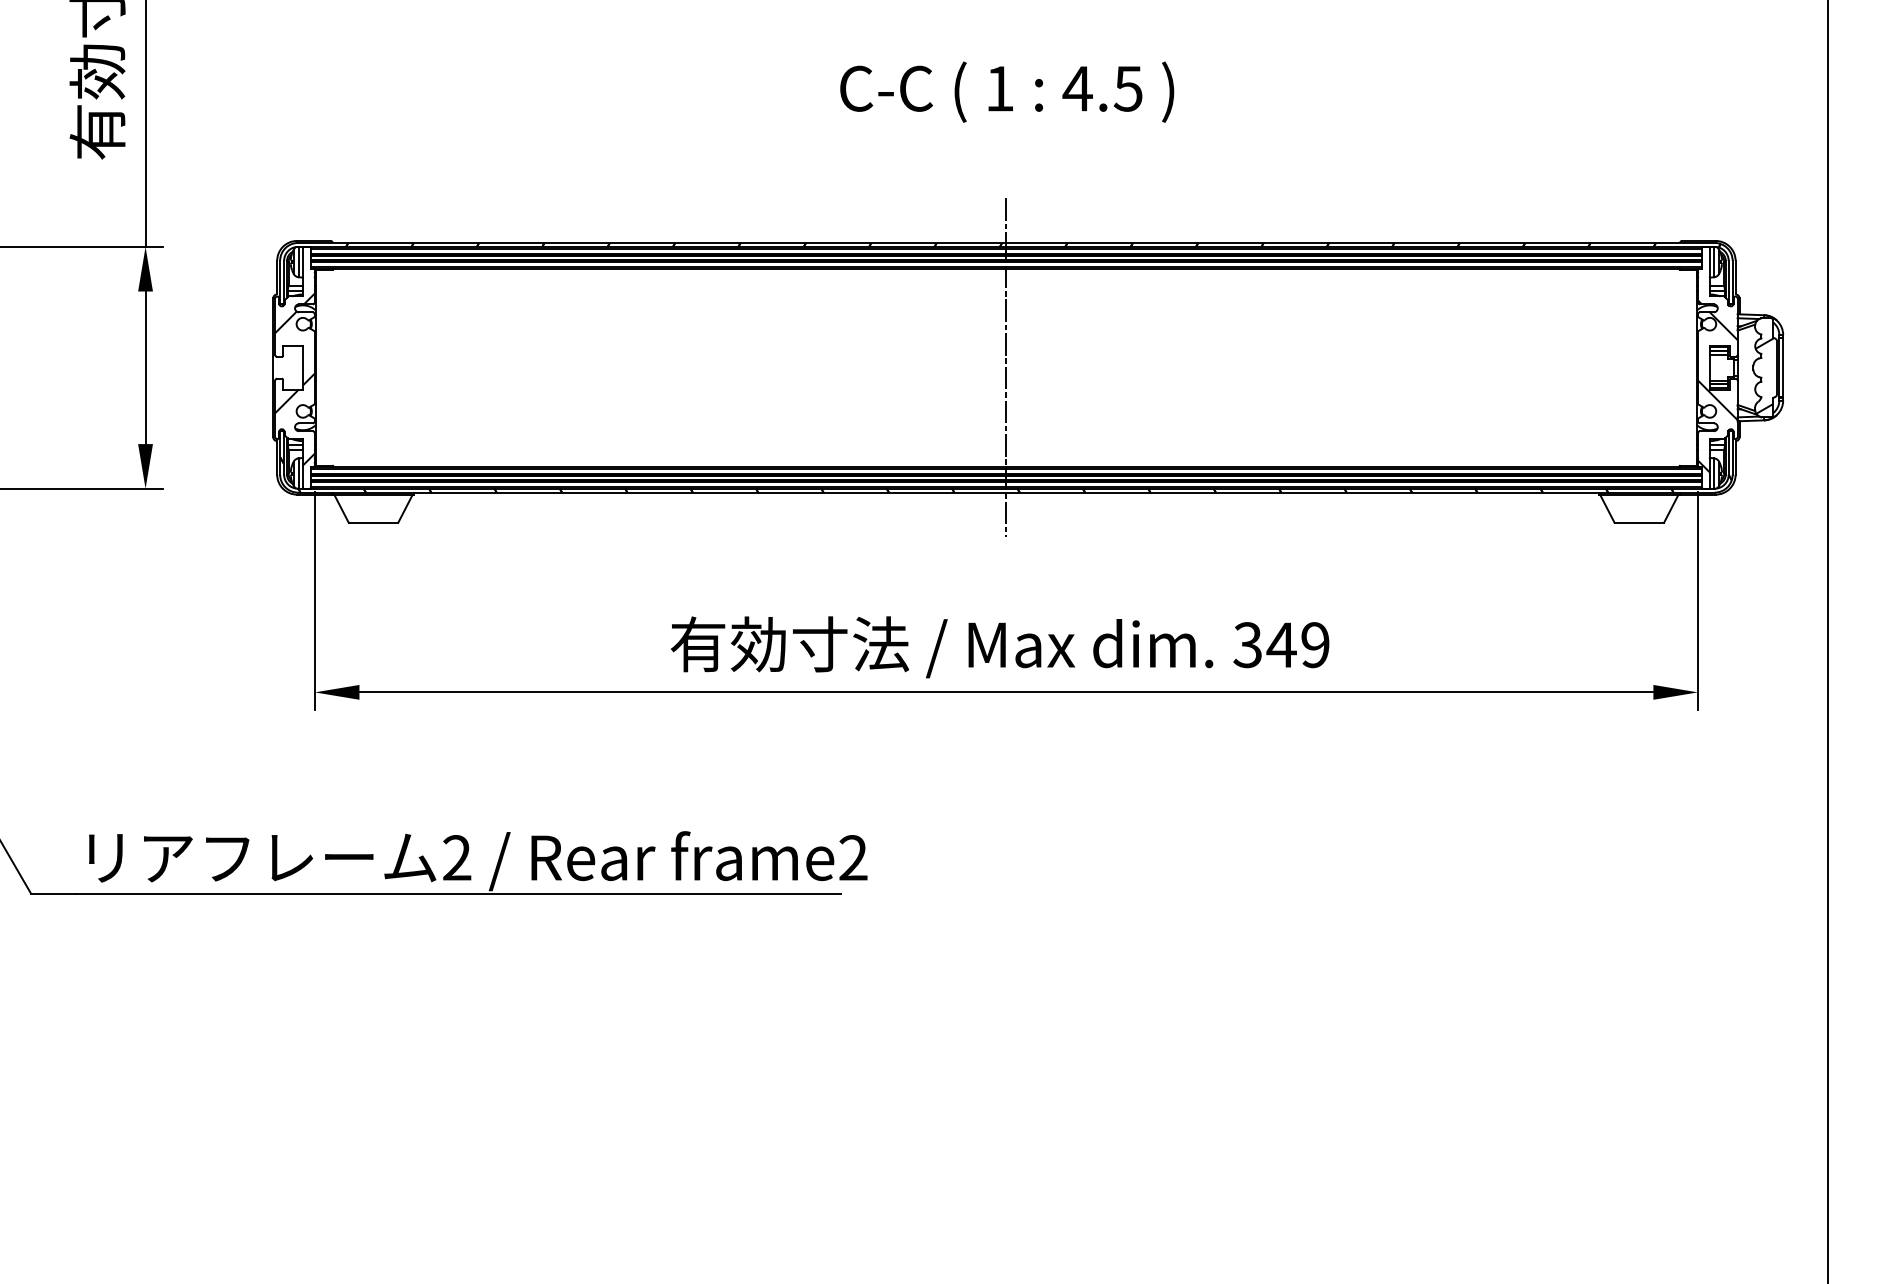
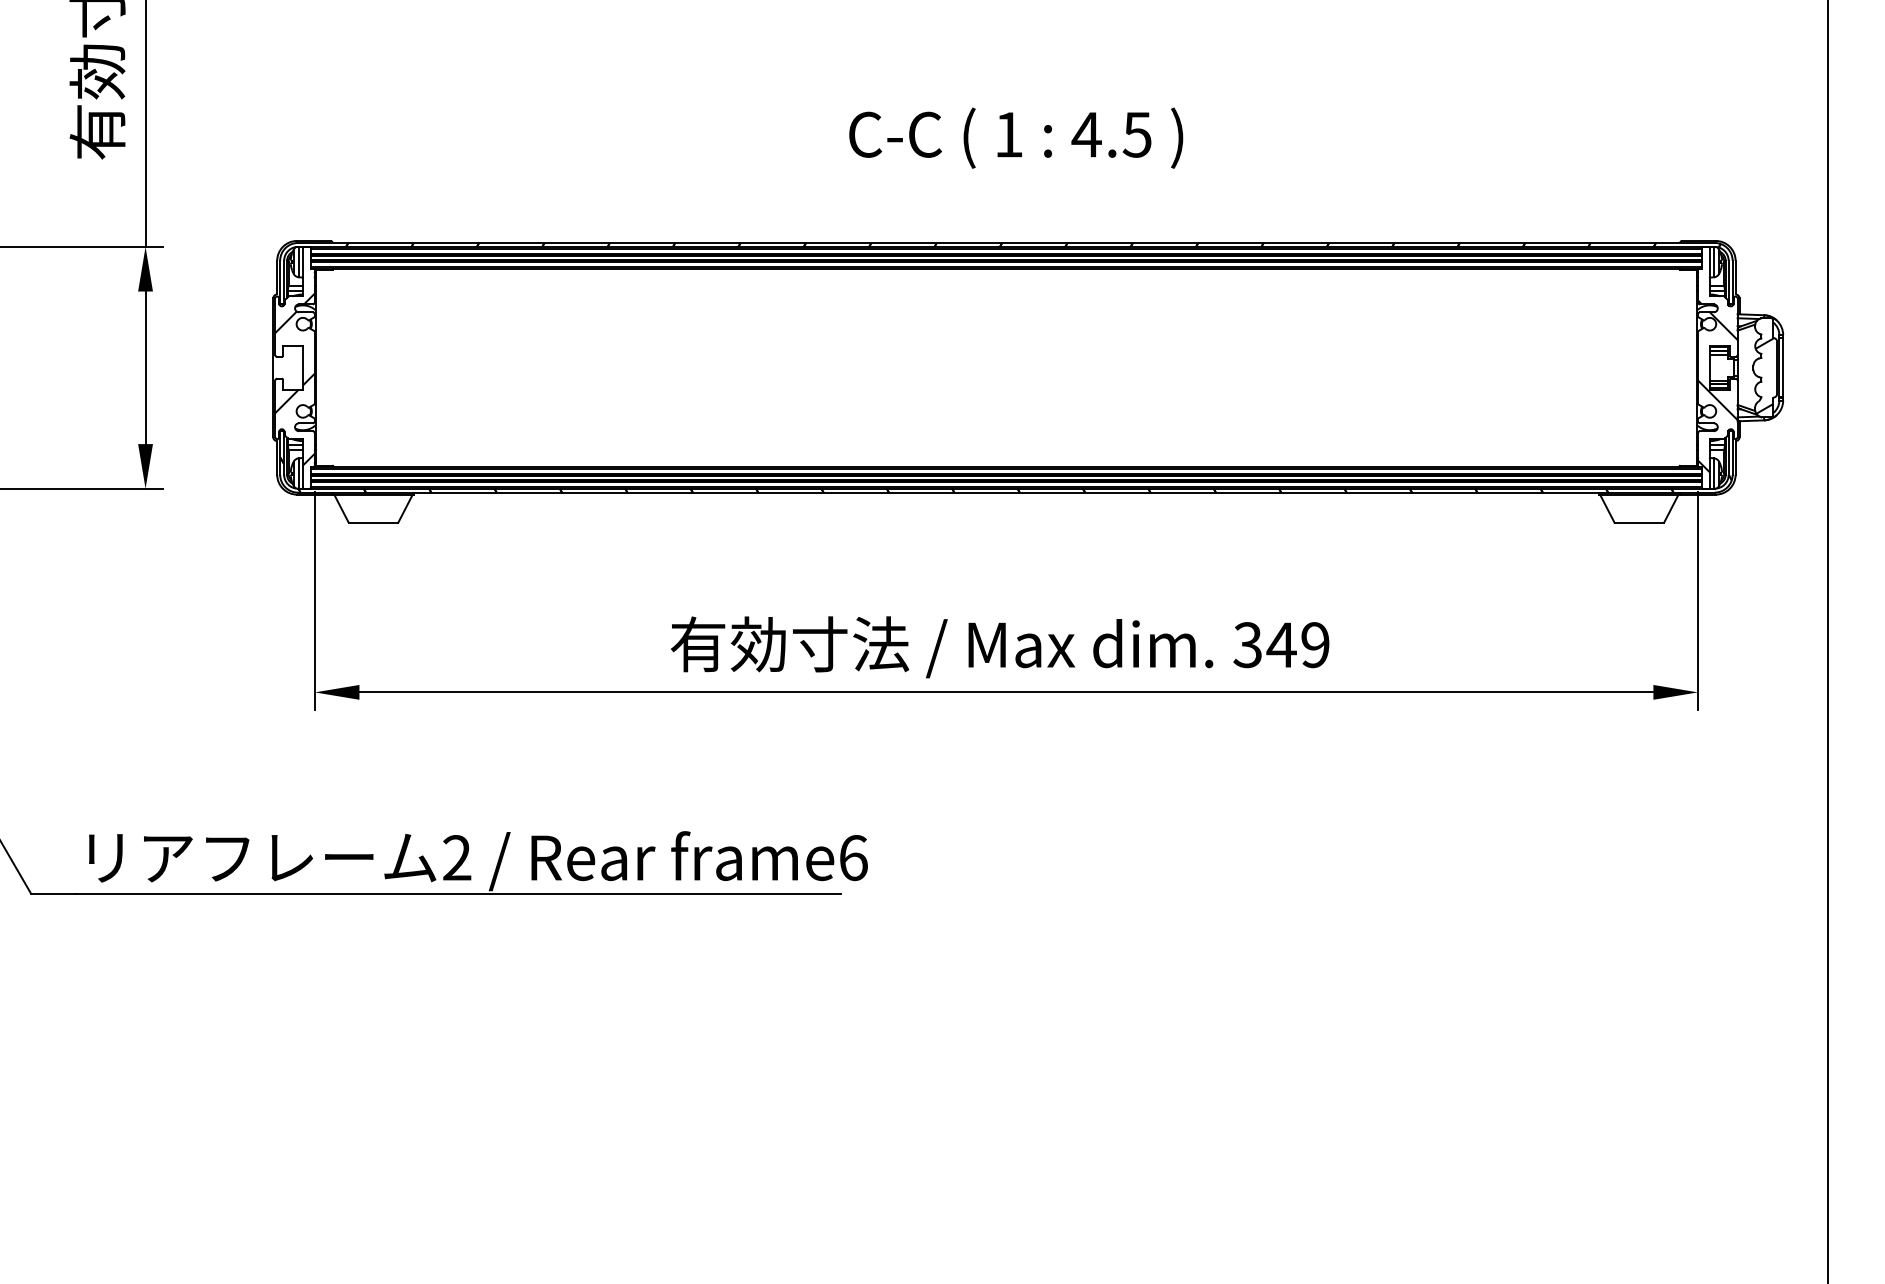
text at (1007, 91) position: (1007, 91) -> (1016, 137)
line at (1006, 367): present -> none
text at (853, 858): frame2 -> frame6
